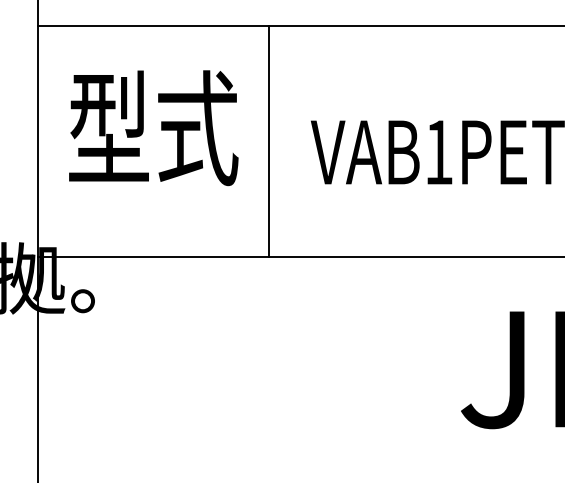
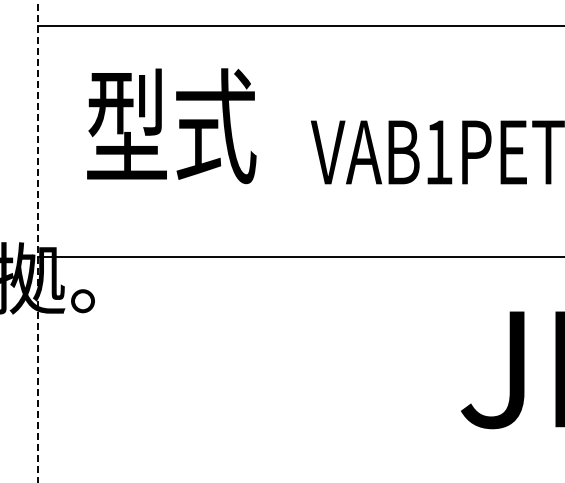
text at (153, 128) position: (153, 128) -> (171, 126)
line at (268, 141): present -> none
line at (37, 241): solid -> dashed
